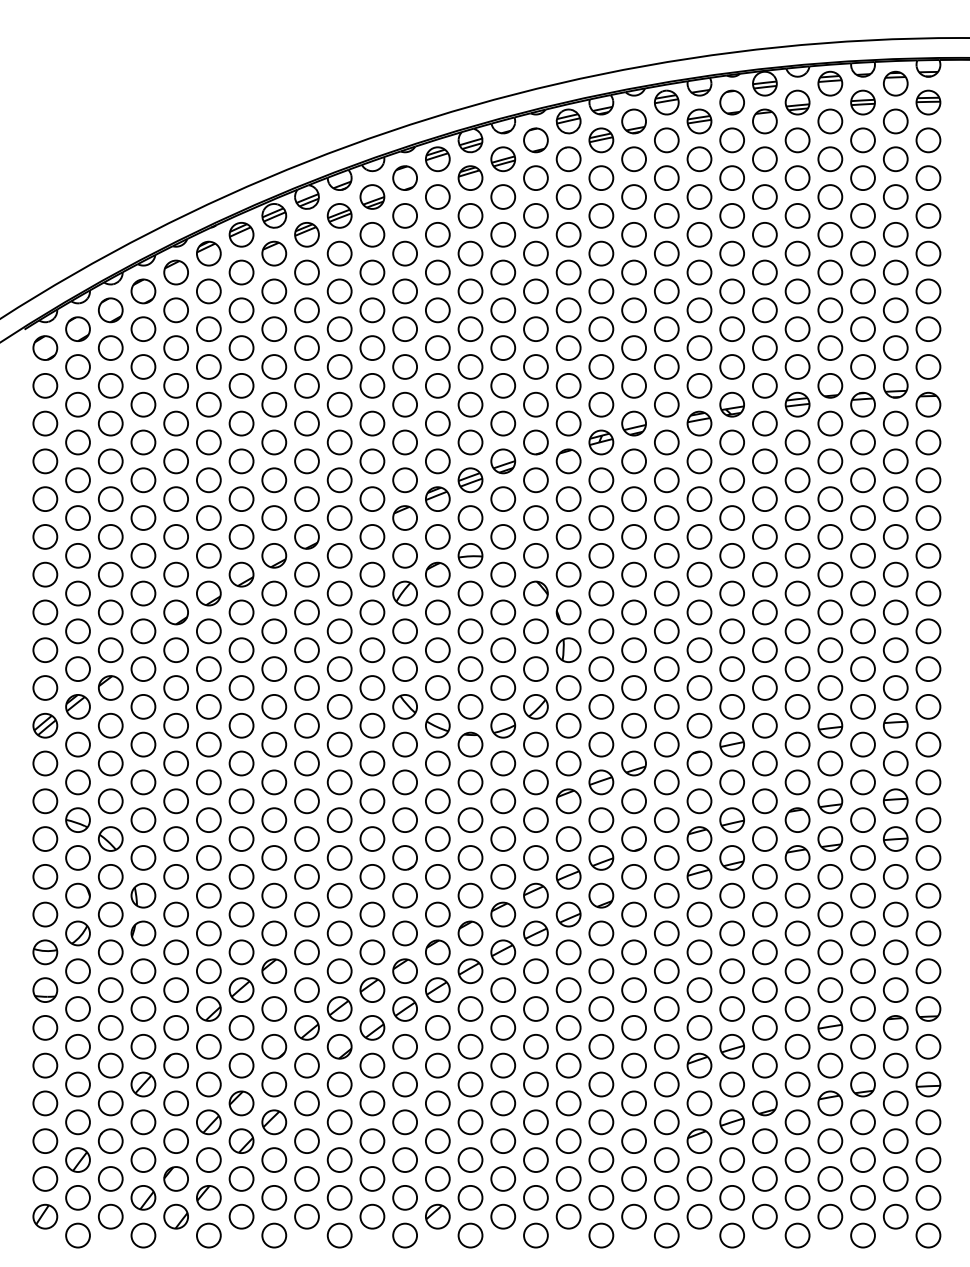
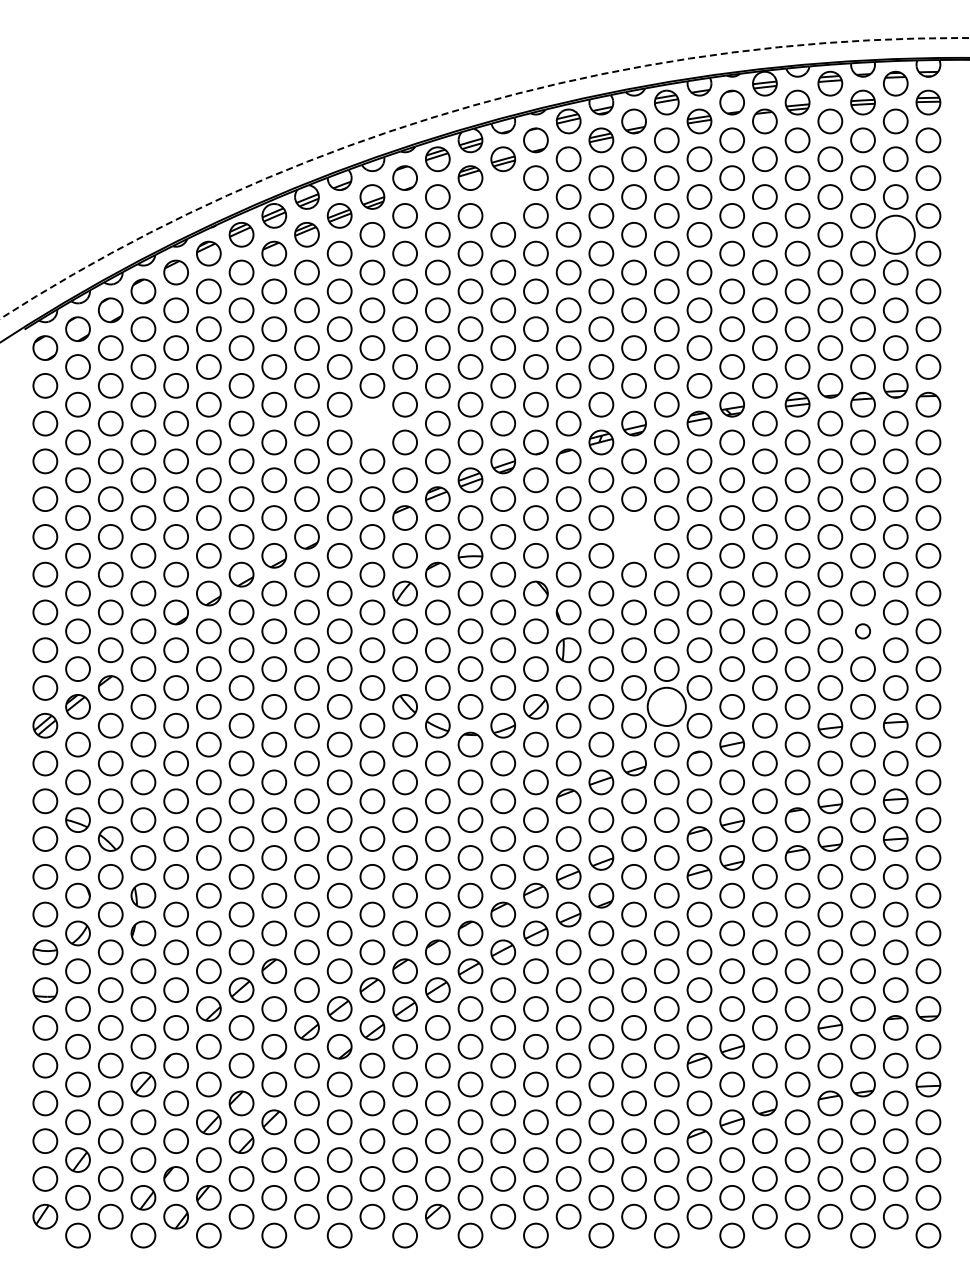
circle at (484, 178): solid -> dashed
circle at (503, 196): present -> none
circle at (895, 234) diameter: 24 px -> 38 px
circle at (372, 423): present -> none
circle at (633, 536): present -> none
circle at (862, 631) size: 26x27 px -> 16x17 px
circle at (666, 706) diameter: 24 px -> 38 px
